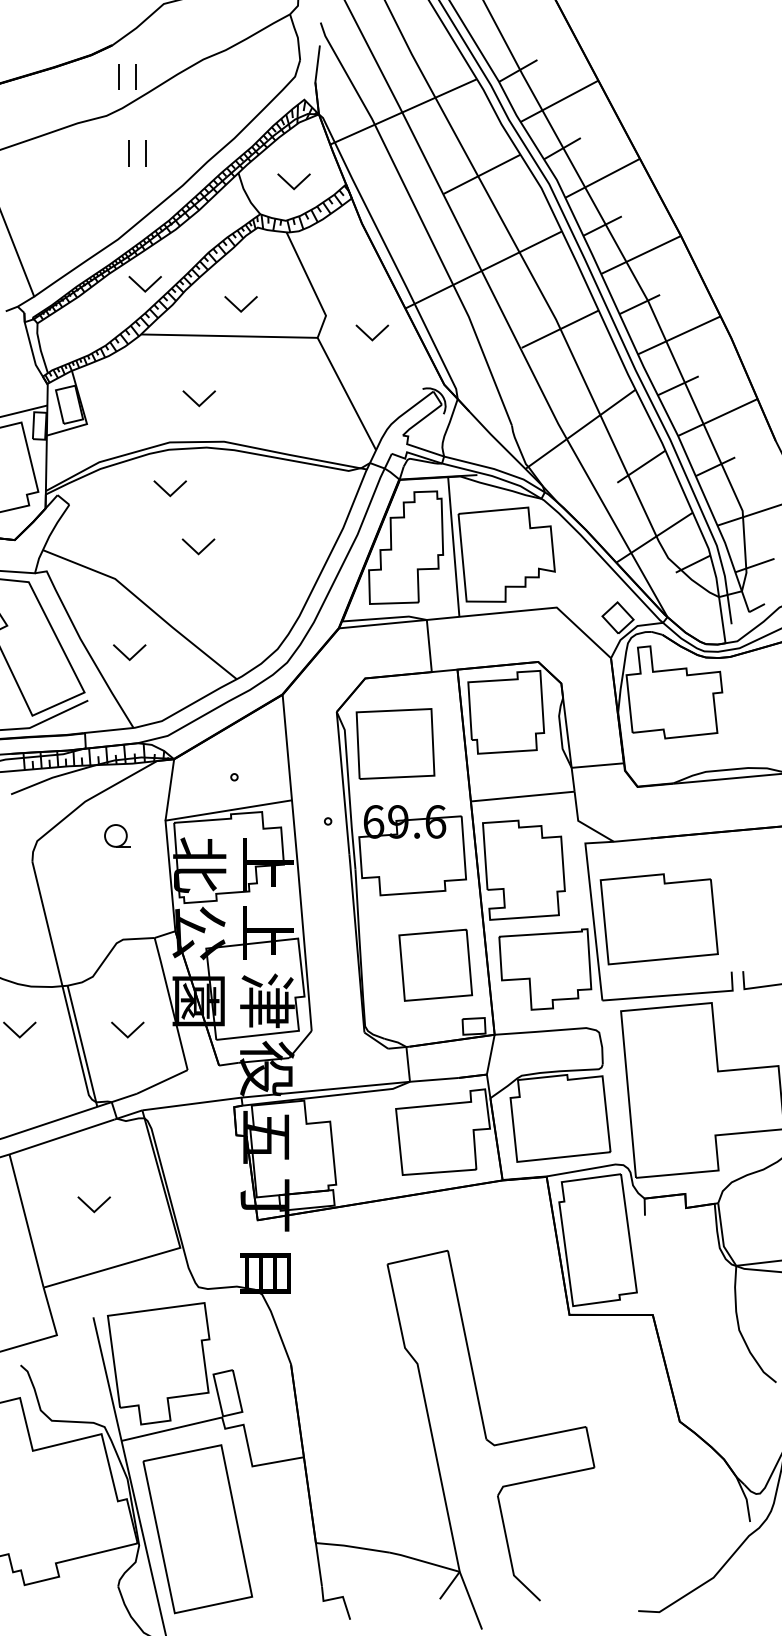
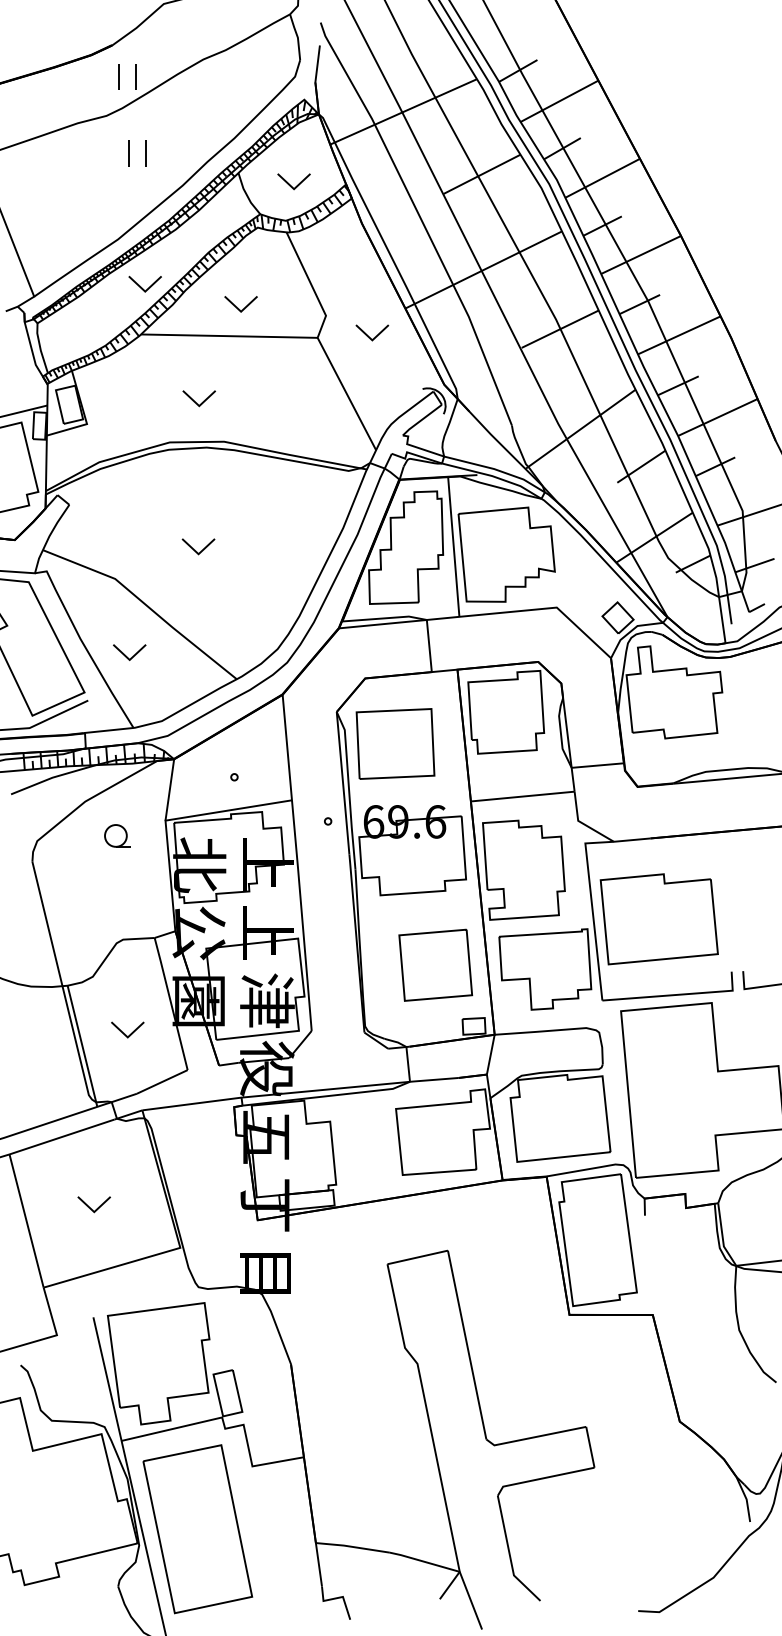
part at (169, 488): present -> none
part at (19, 1029): present -> none
